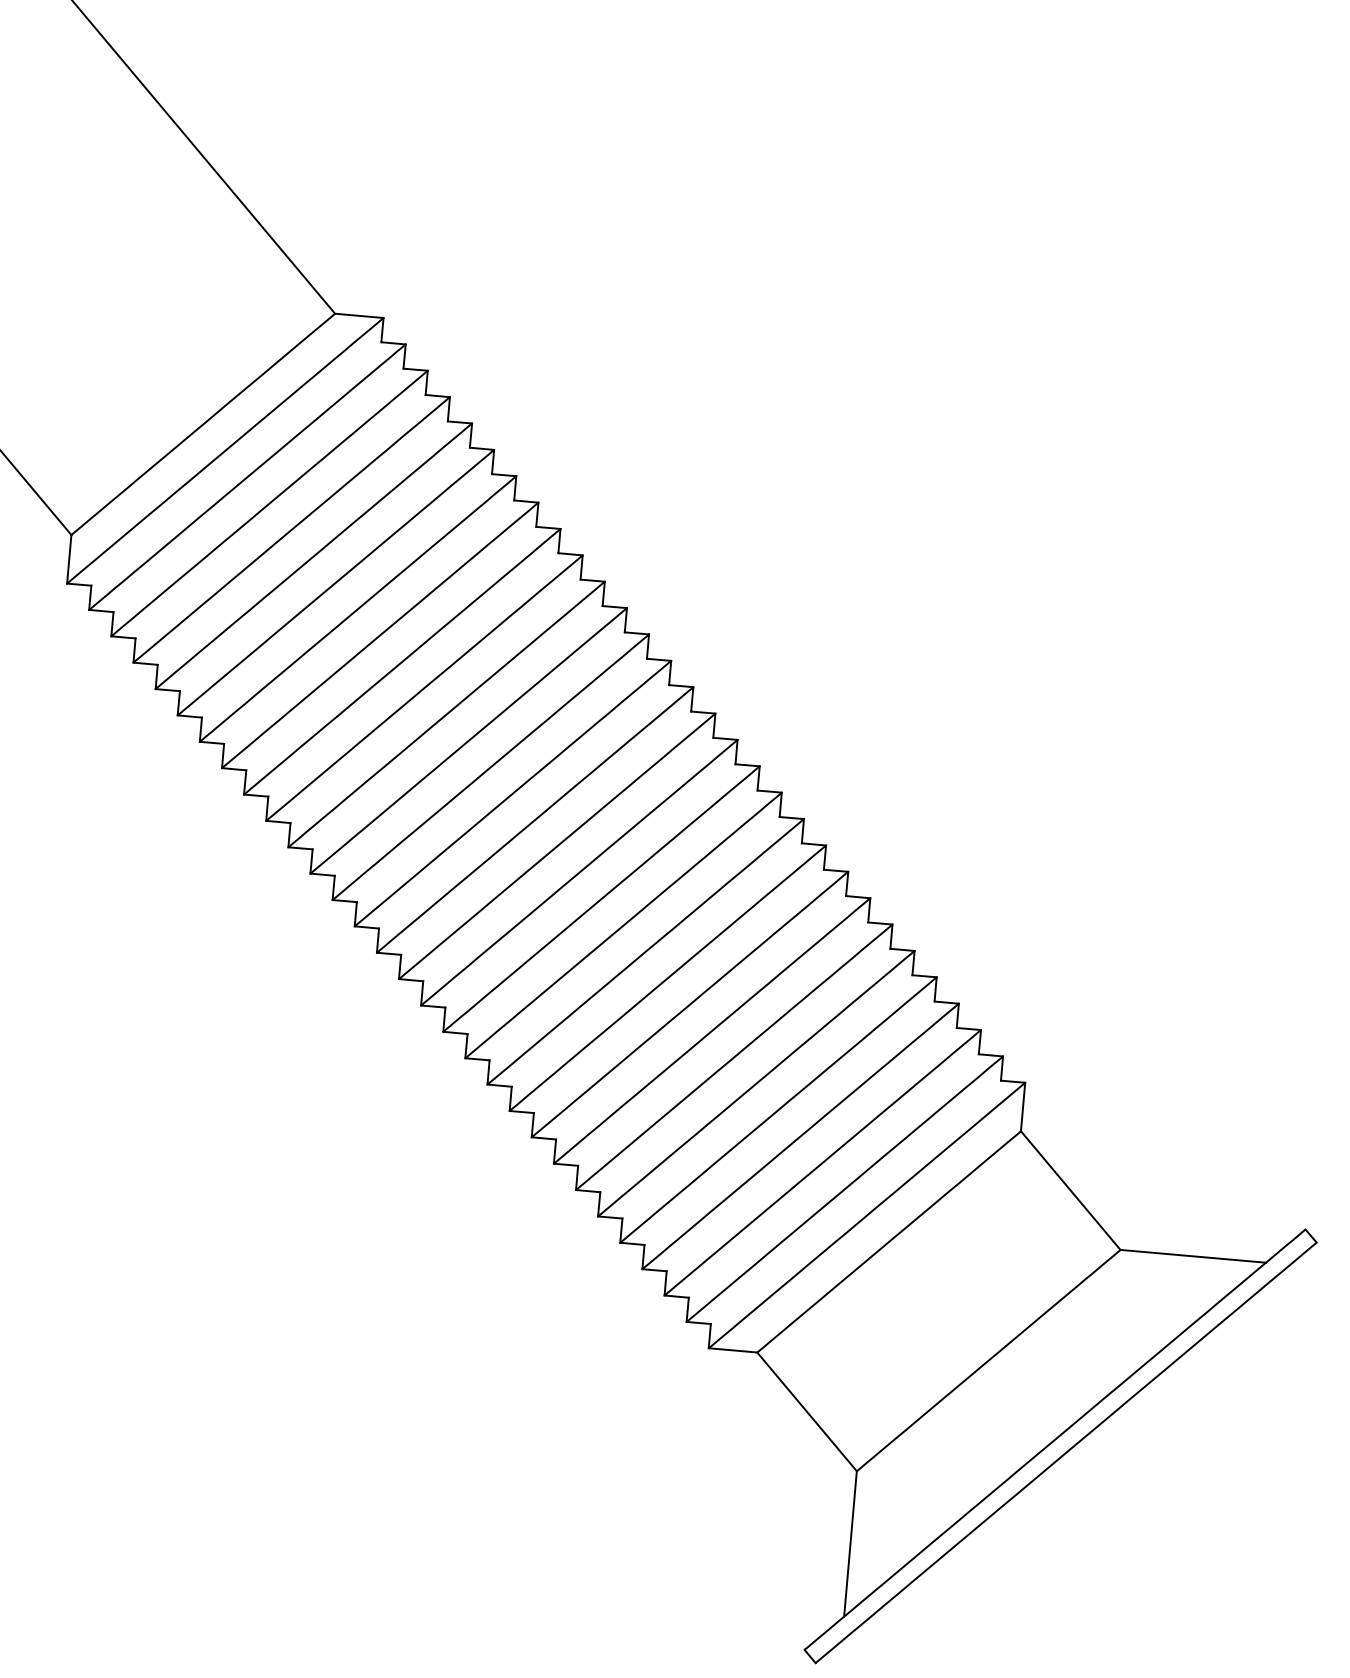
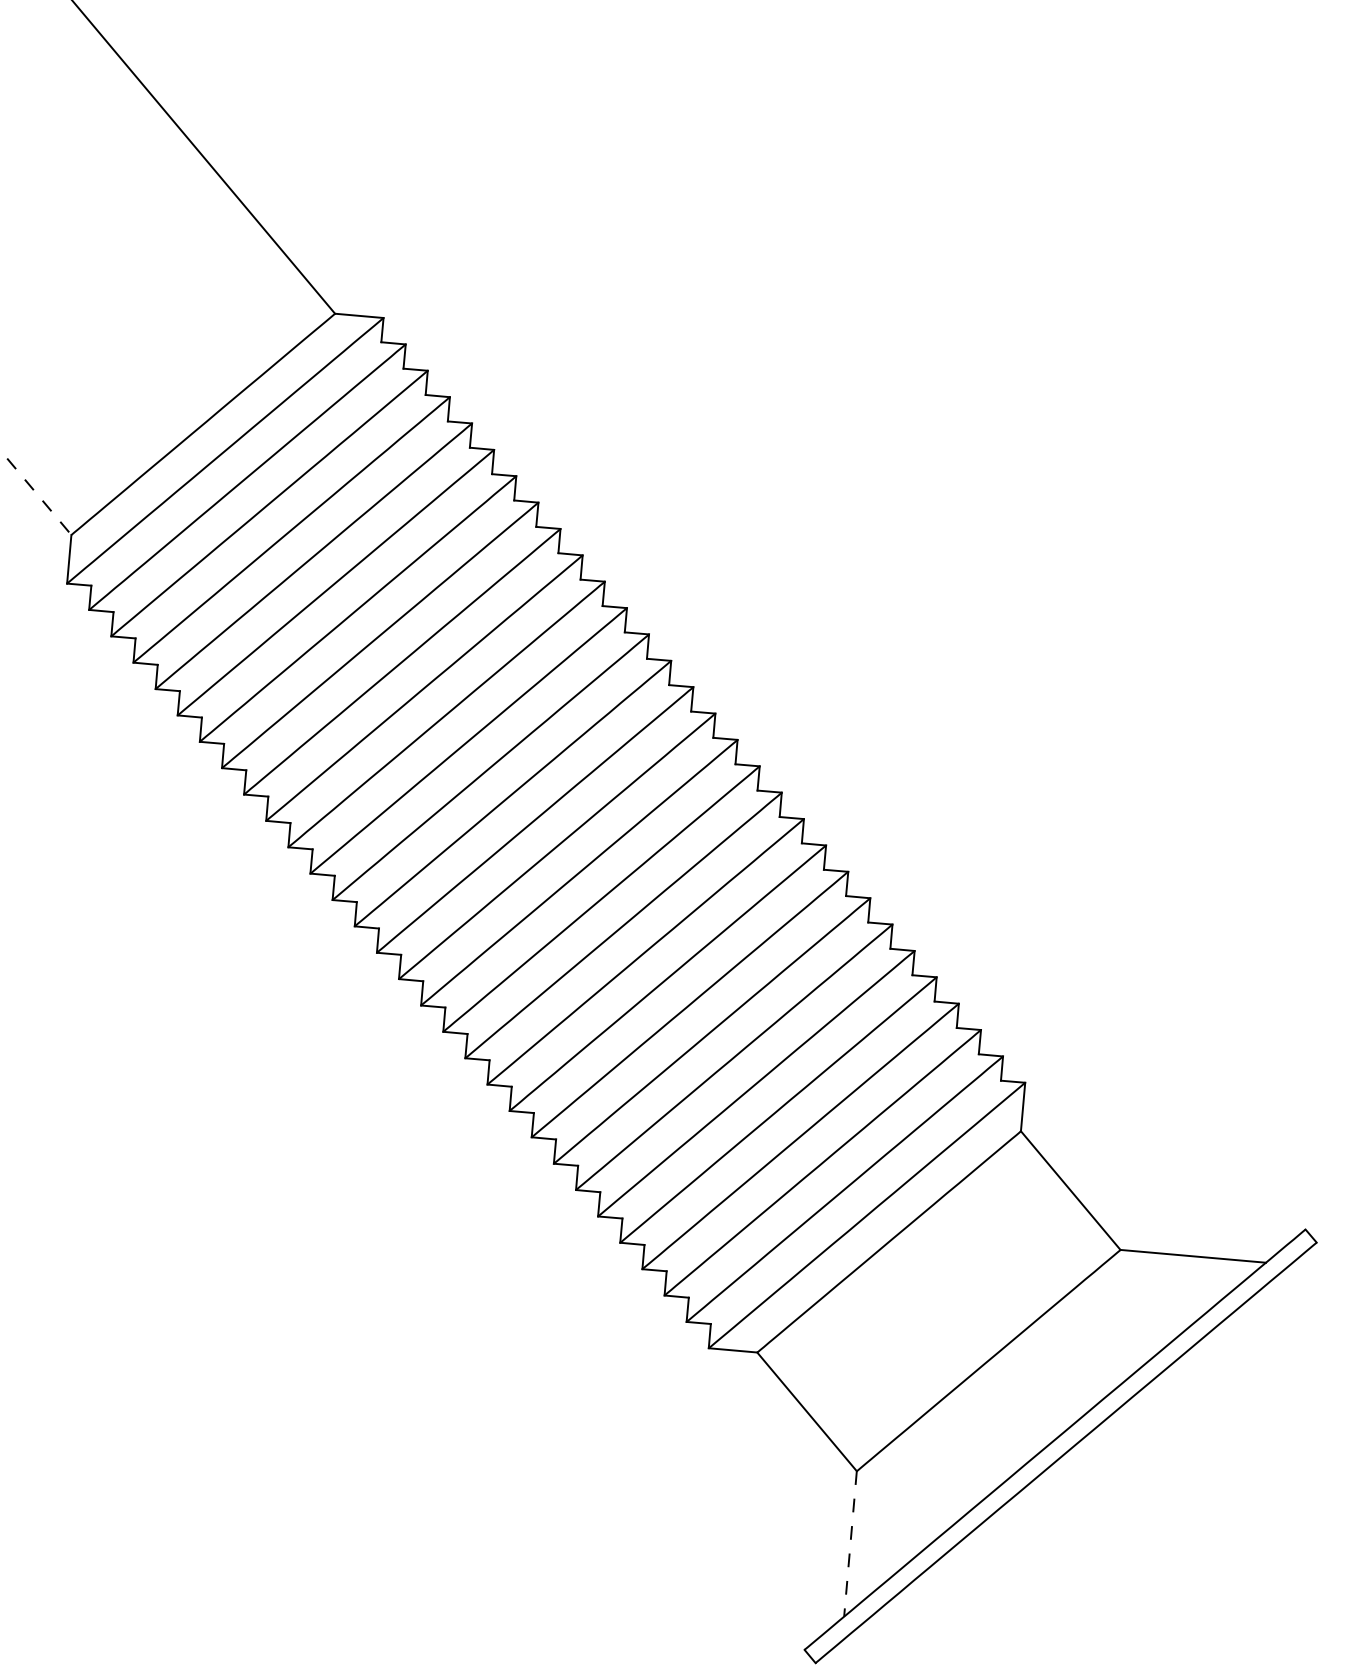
line at (36, 492): solid -> dashed
line at (850, 1544): solid -> dashed
